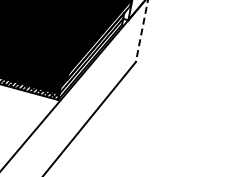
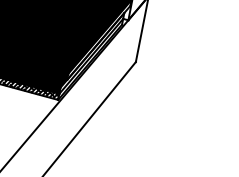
line at (141, 31): dashed -> solid
